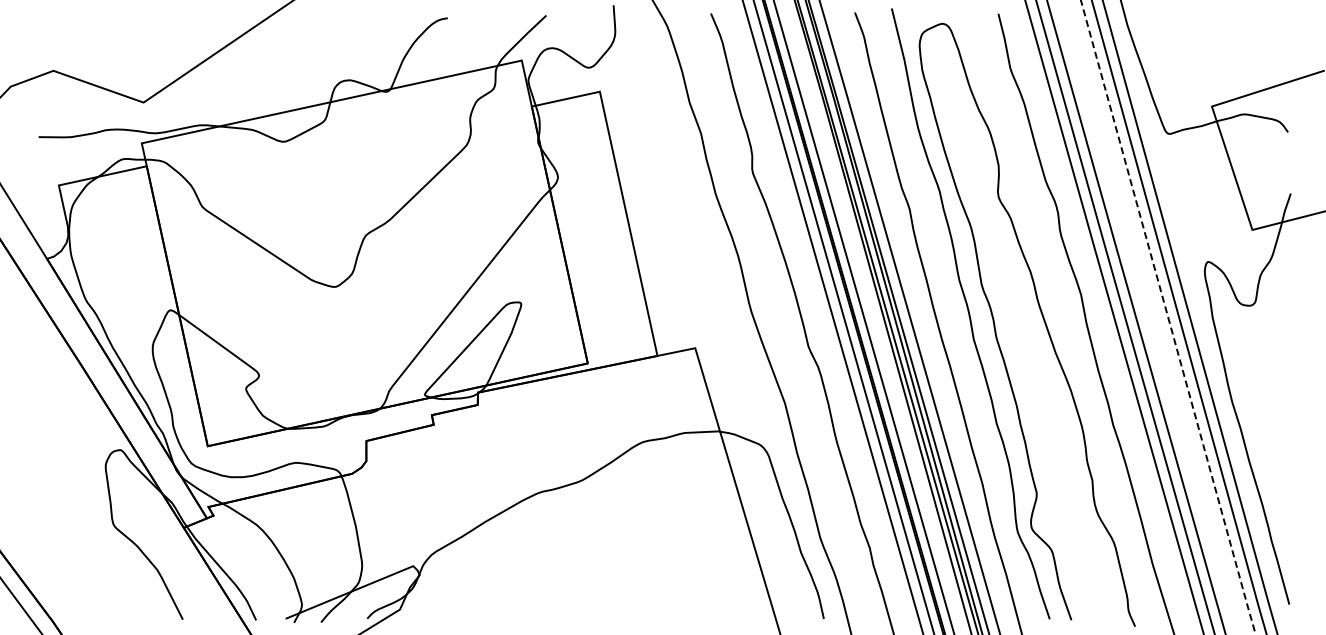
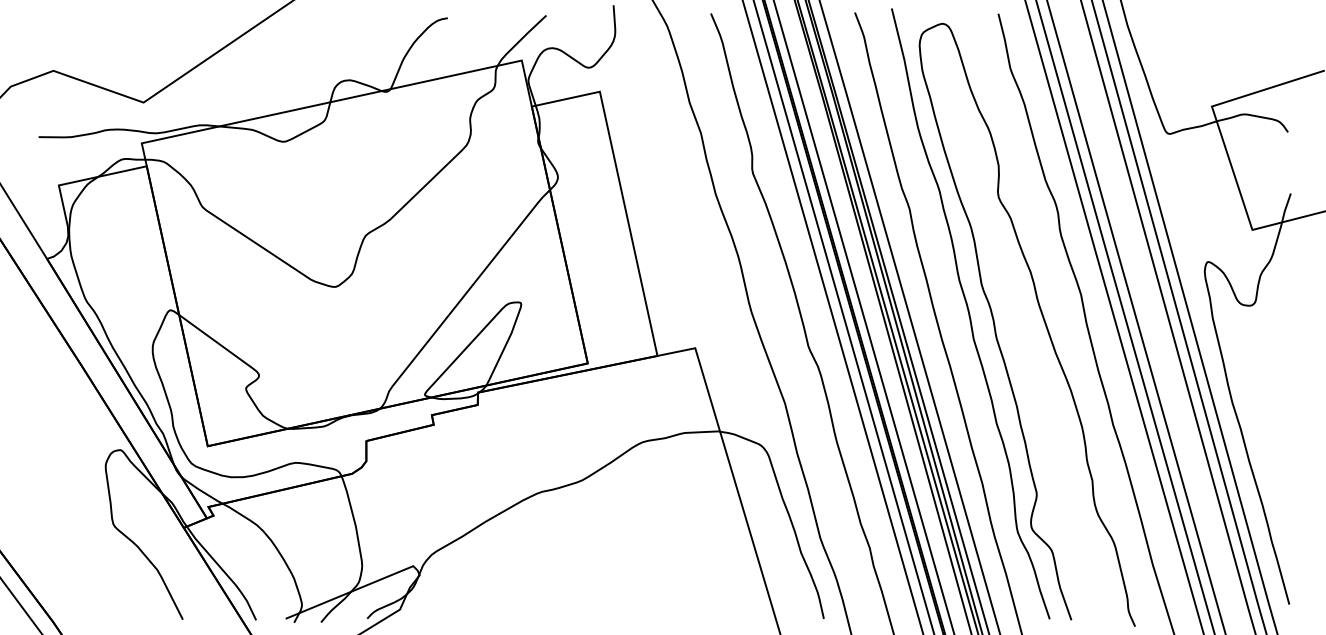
line at (1168, 317): dashed -> solid
